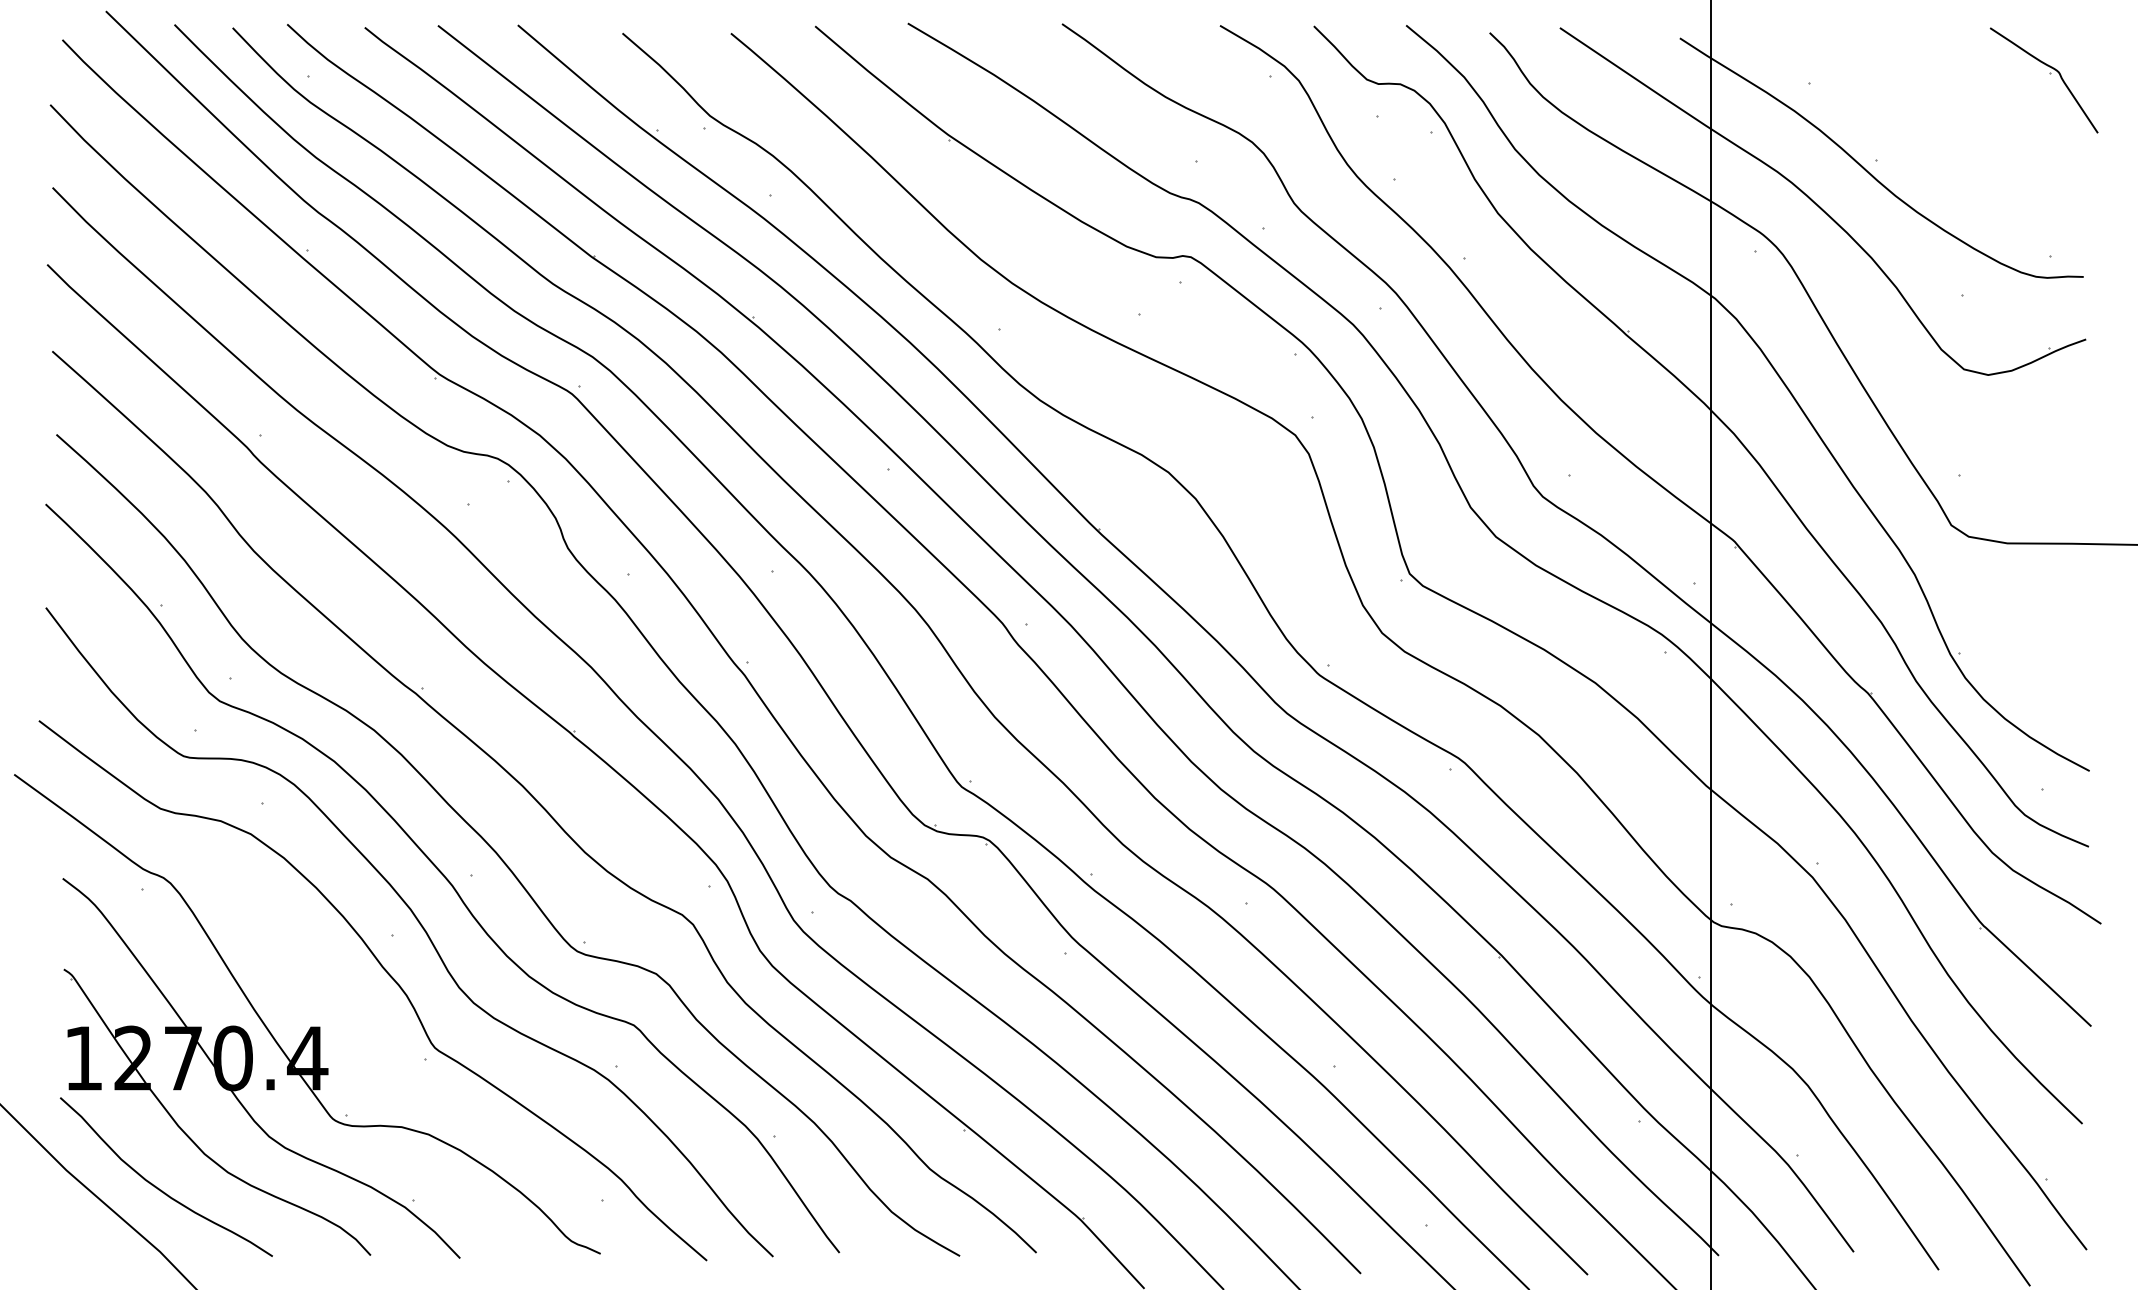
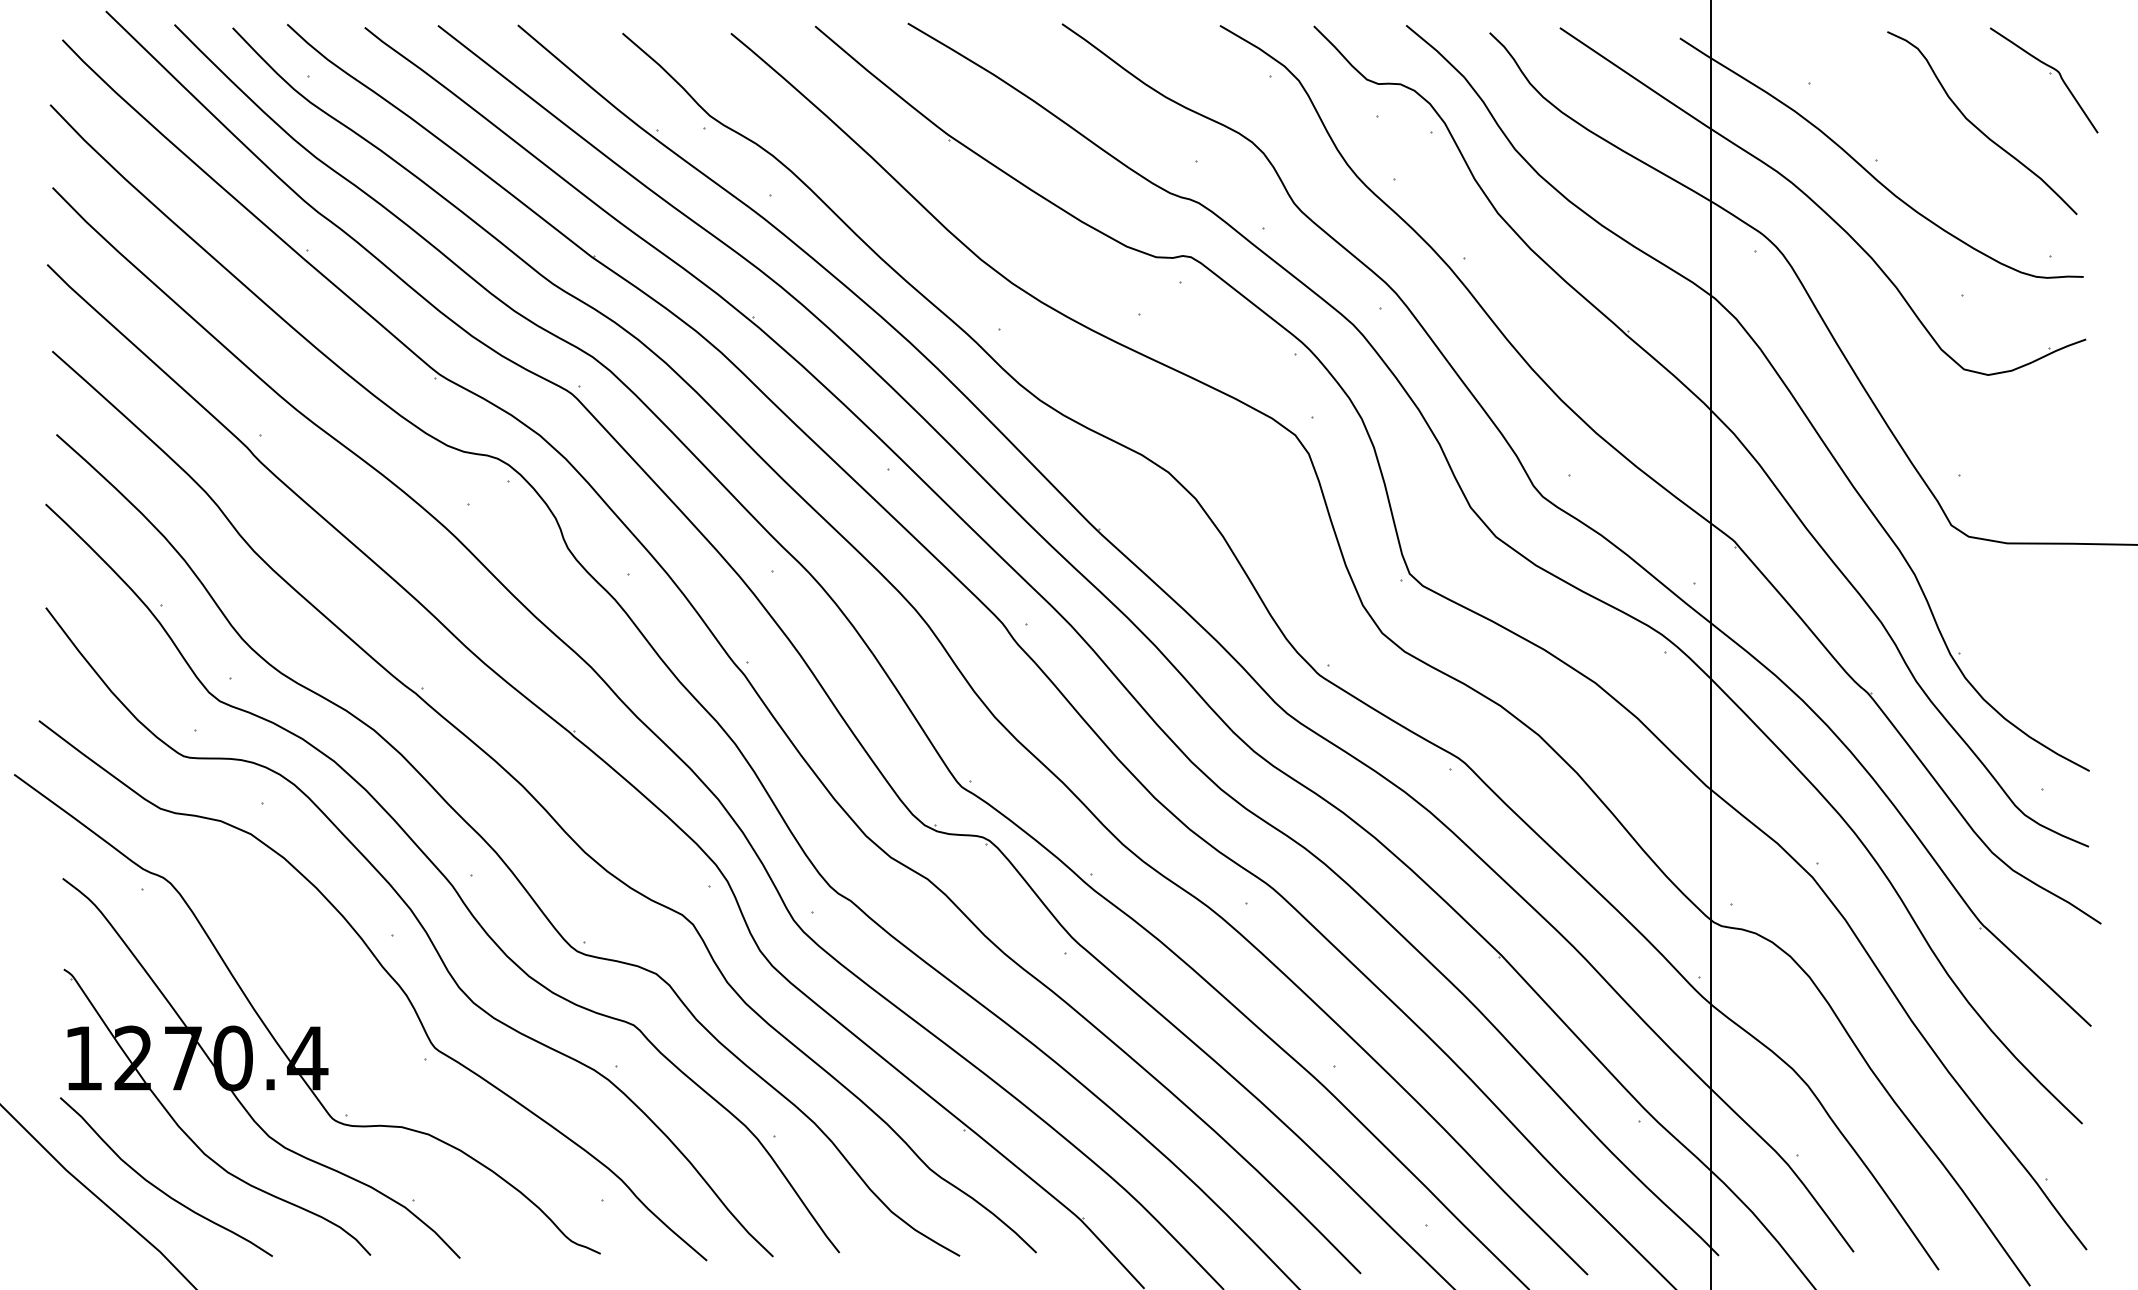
curve at (1979, 128): none -> present
